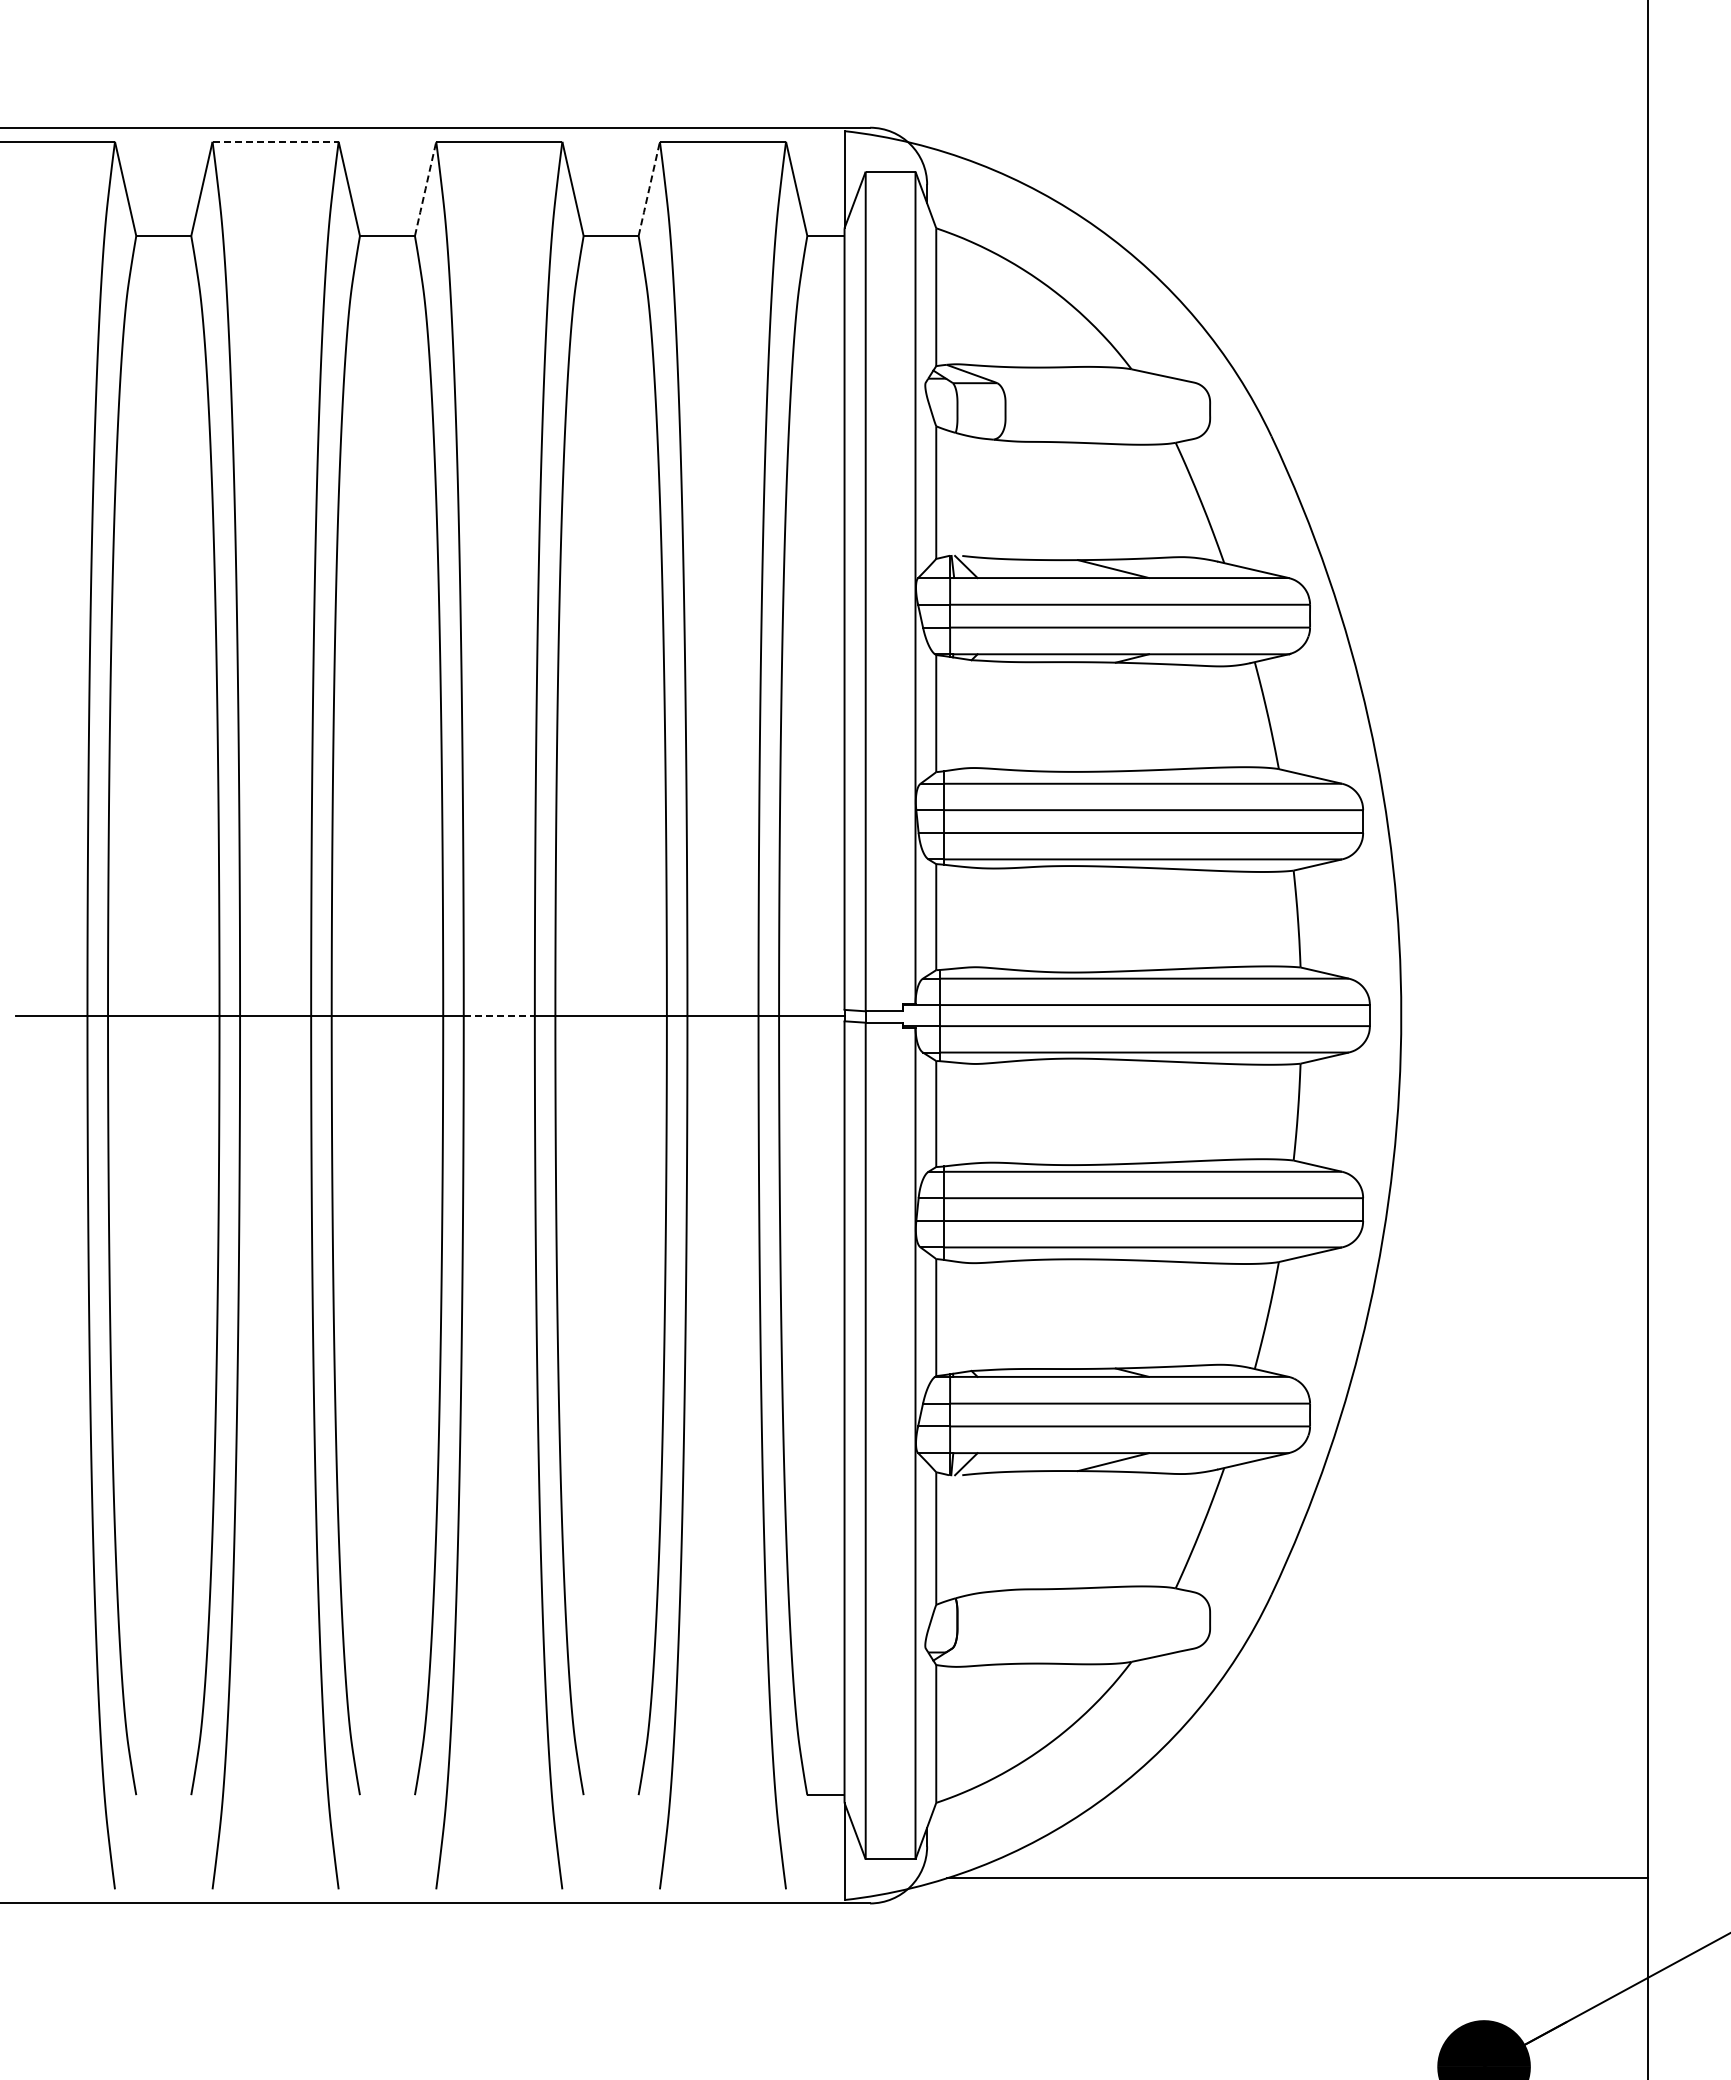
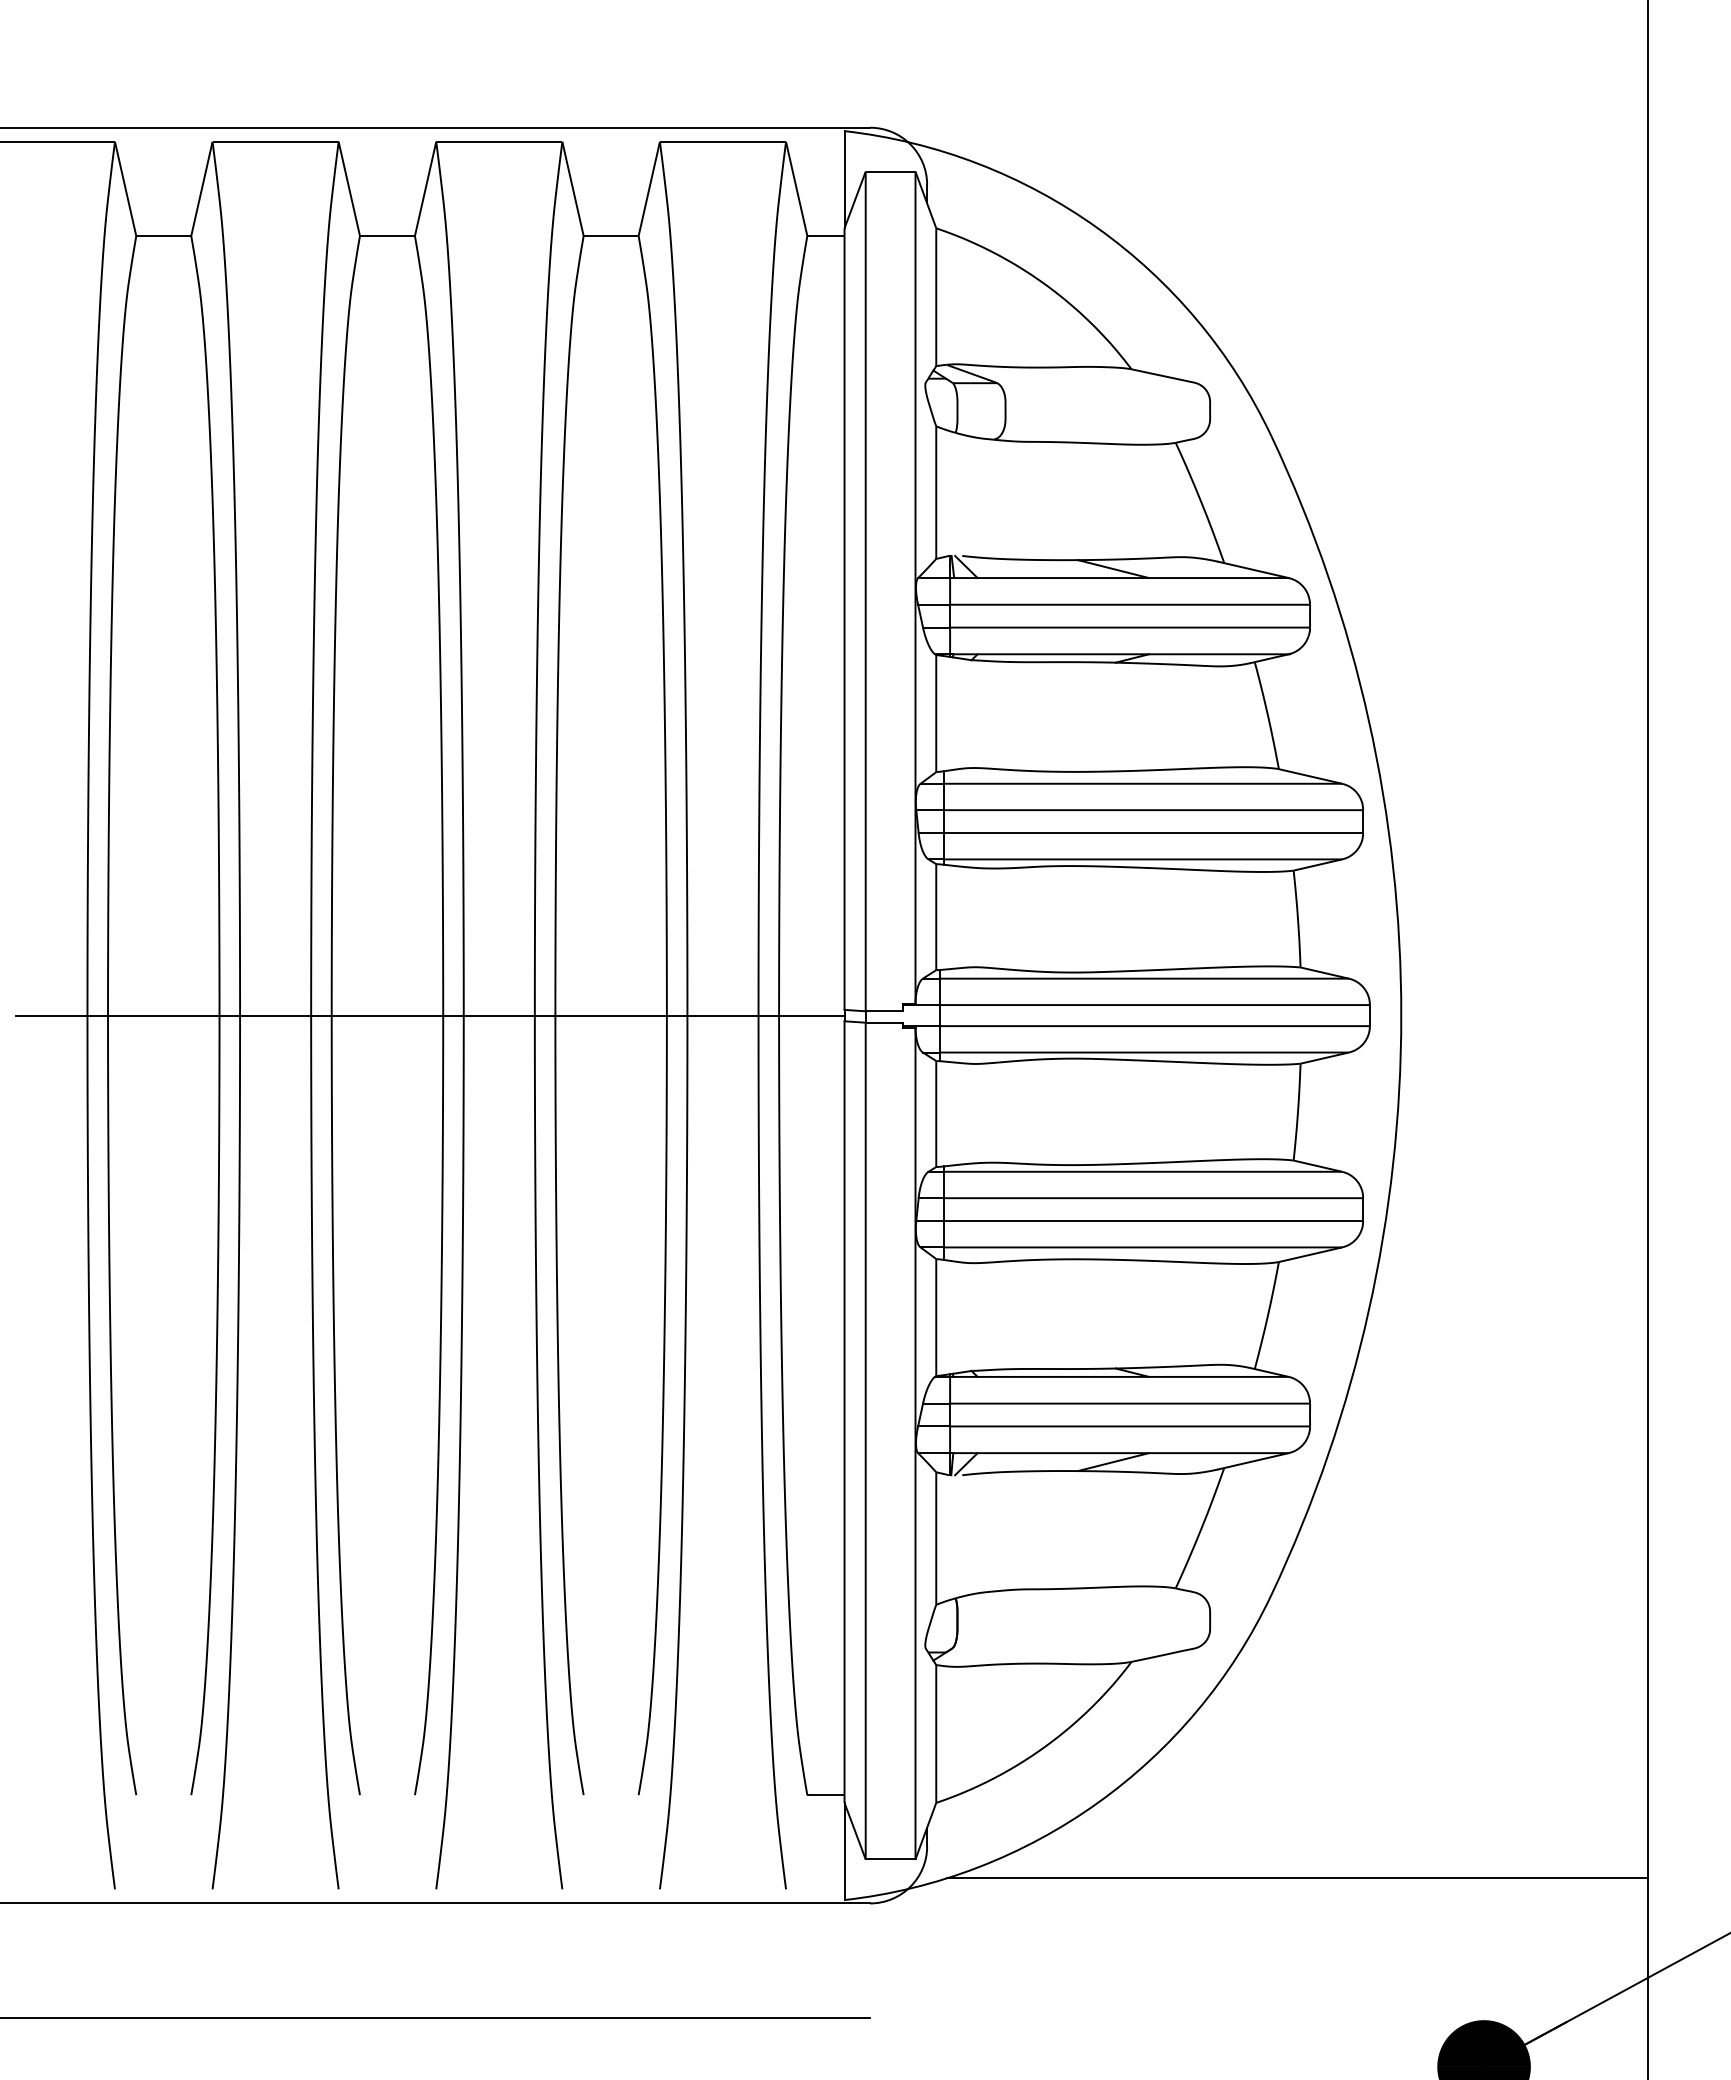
line at (275, 141): dashed -> solid
line at (425, 188): dashed -> solid
line at (649, 188): dashed -> solid
line at (499, 1015): dashed -> solid
line at (436, 2017): none -> present
